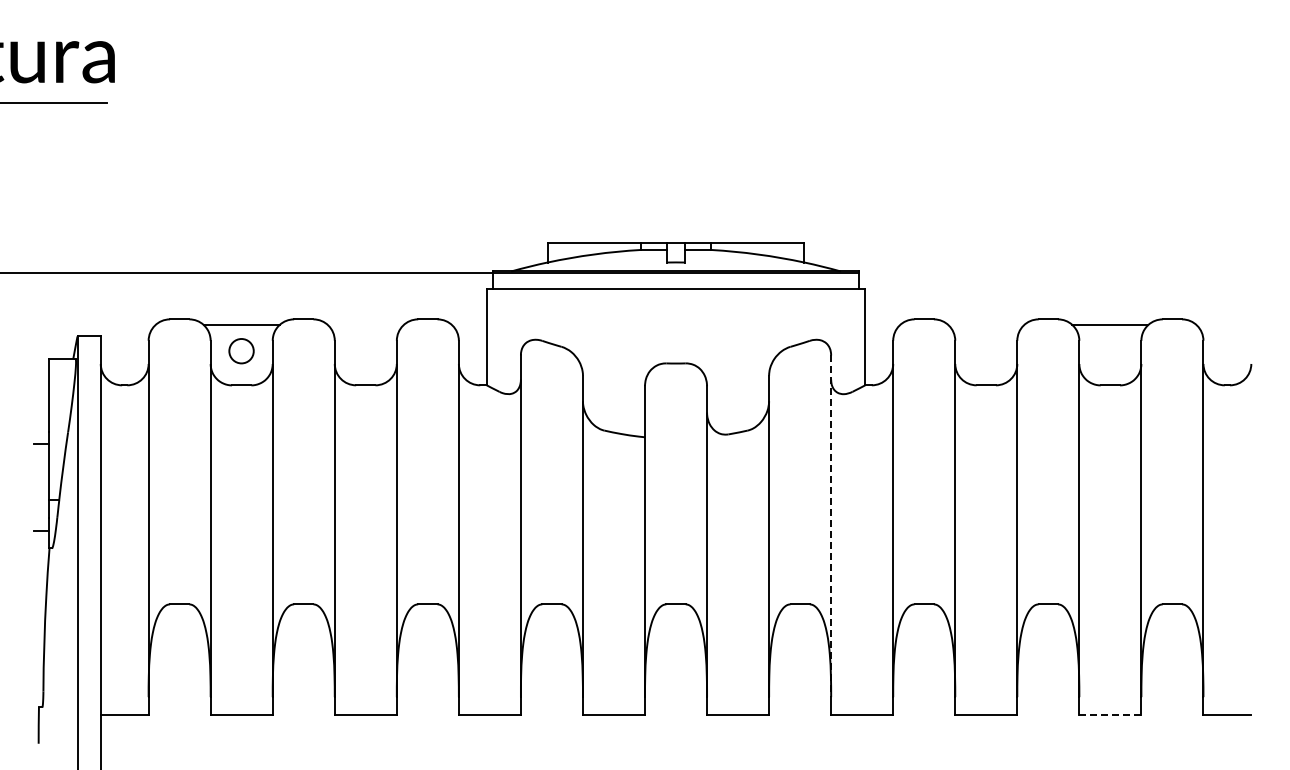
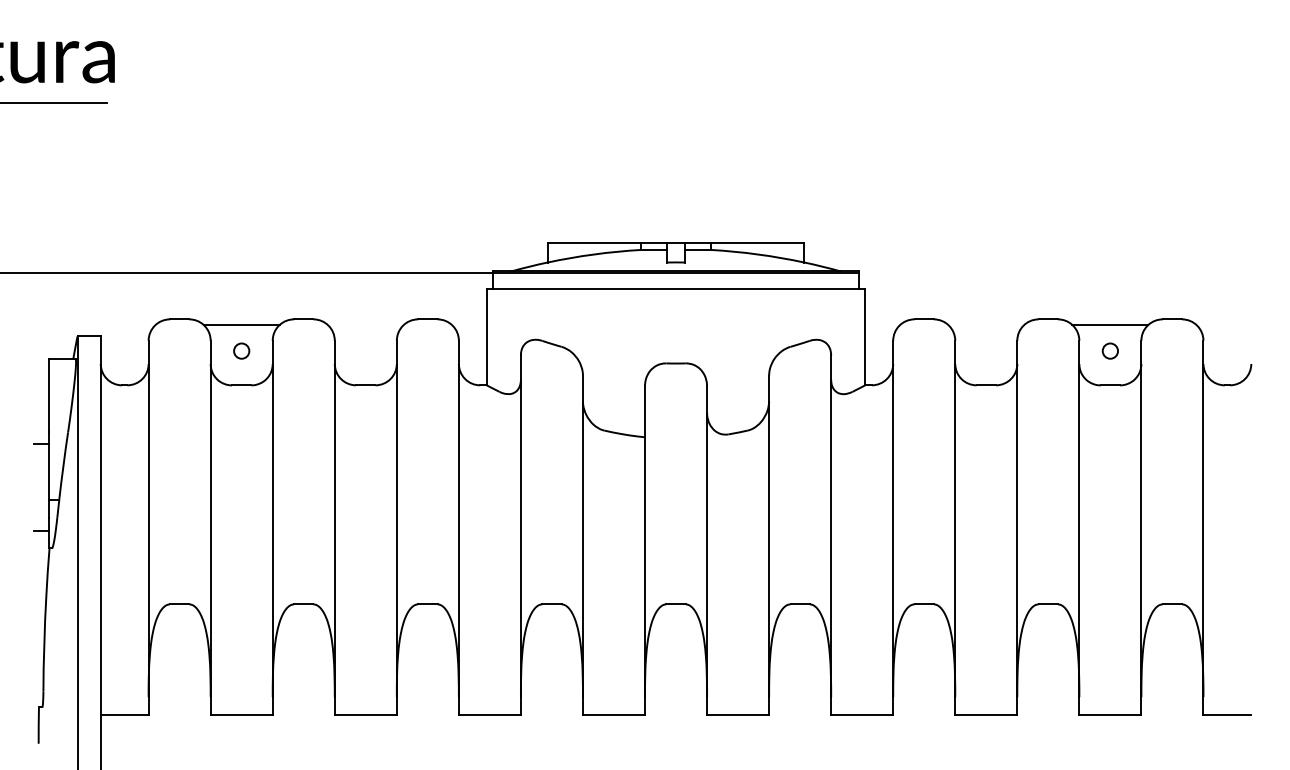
circle at (1109, 350): none -> present
circle at (241, 351) size: 27x27 px -> 18x18 px
line at (831, 526): dashed -> solid
line at (1110, 714): dashed -> solid
